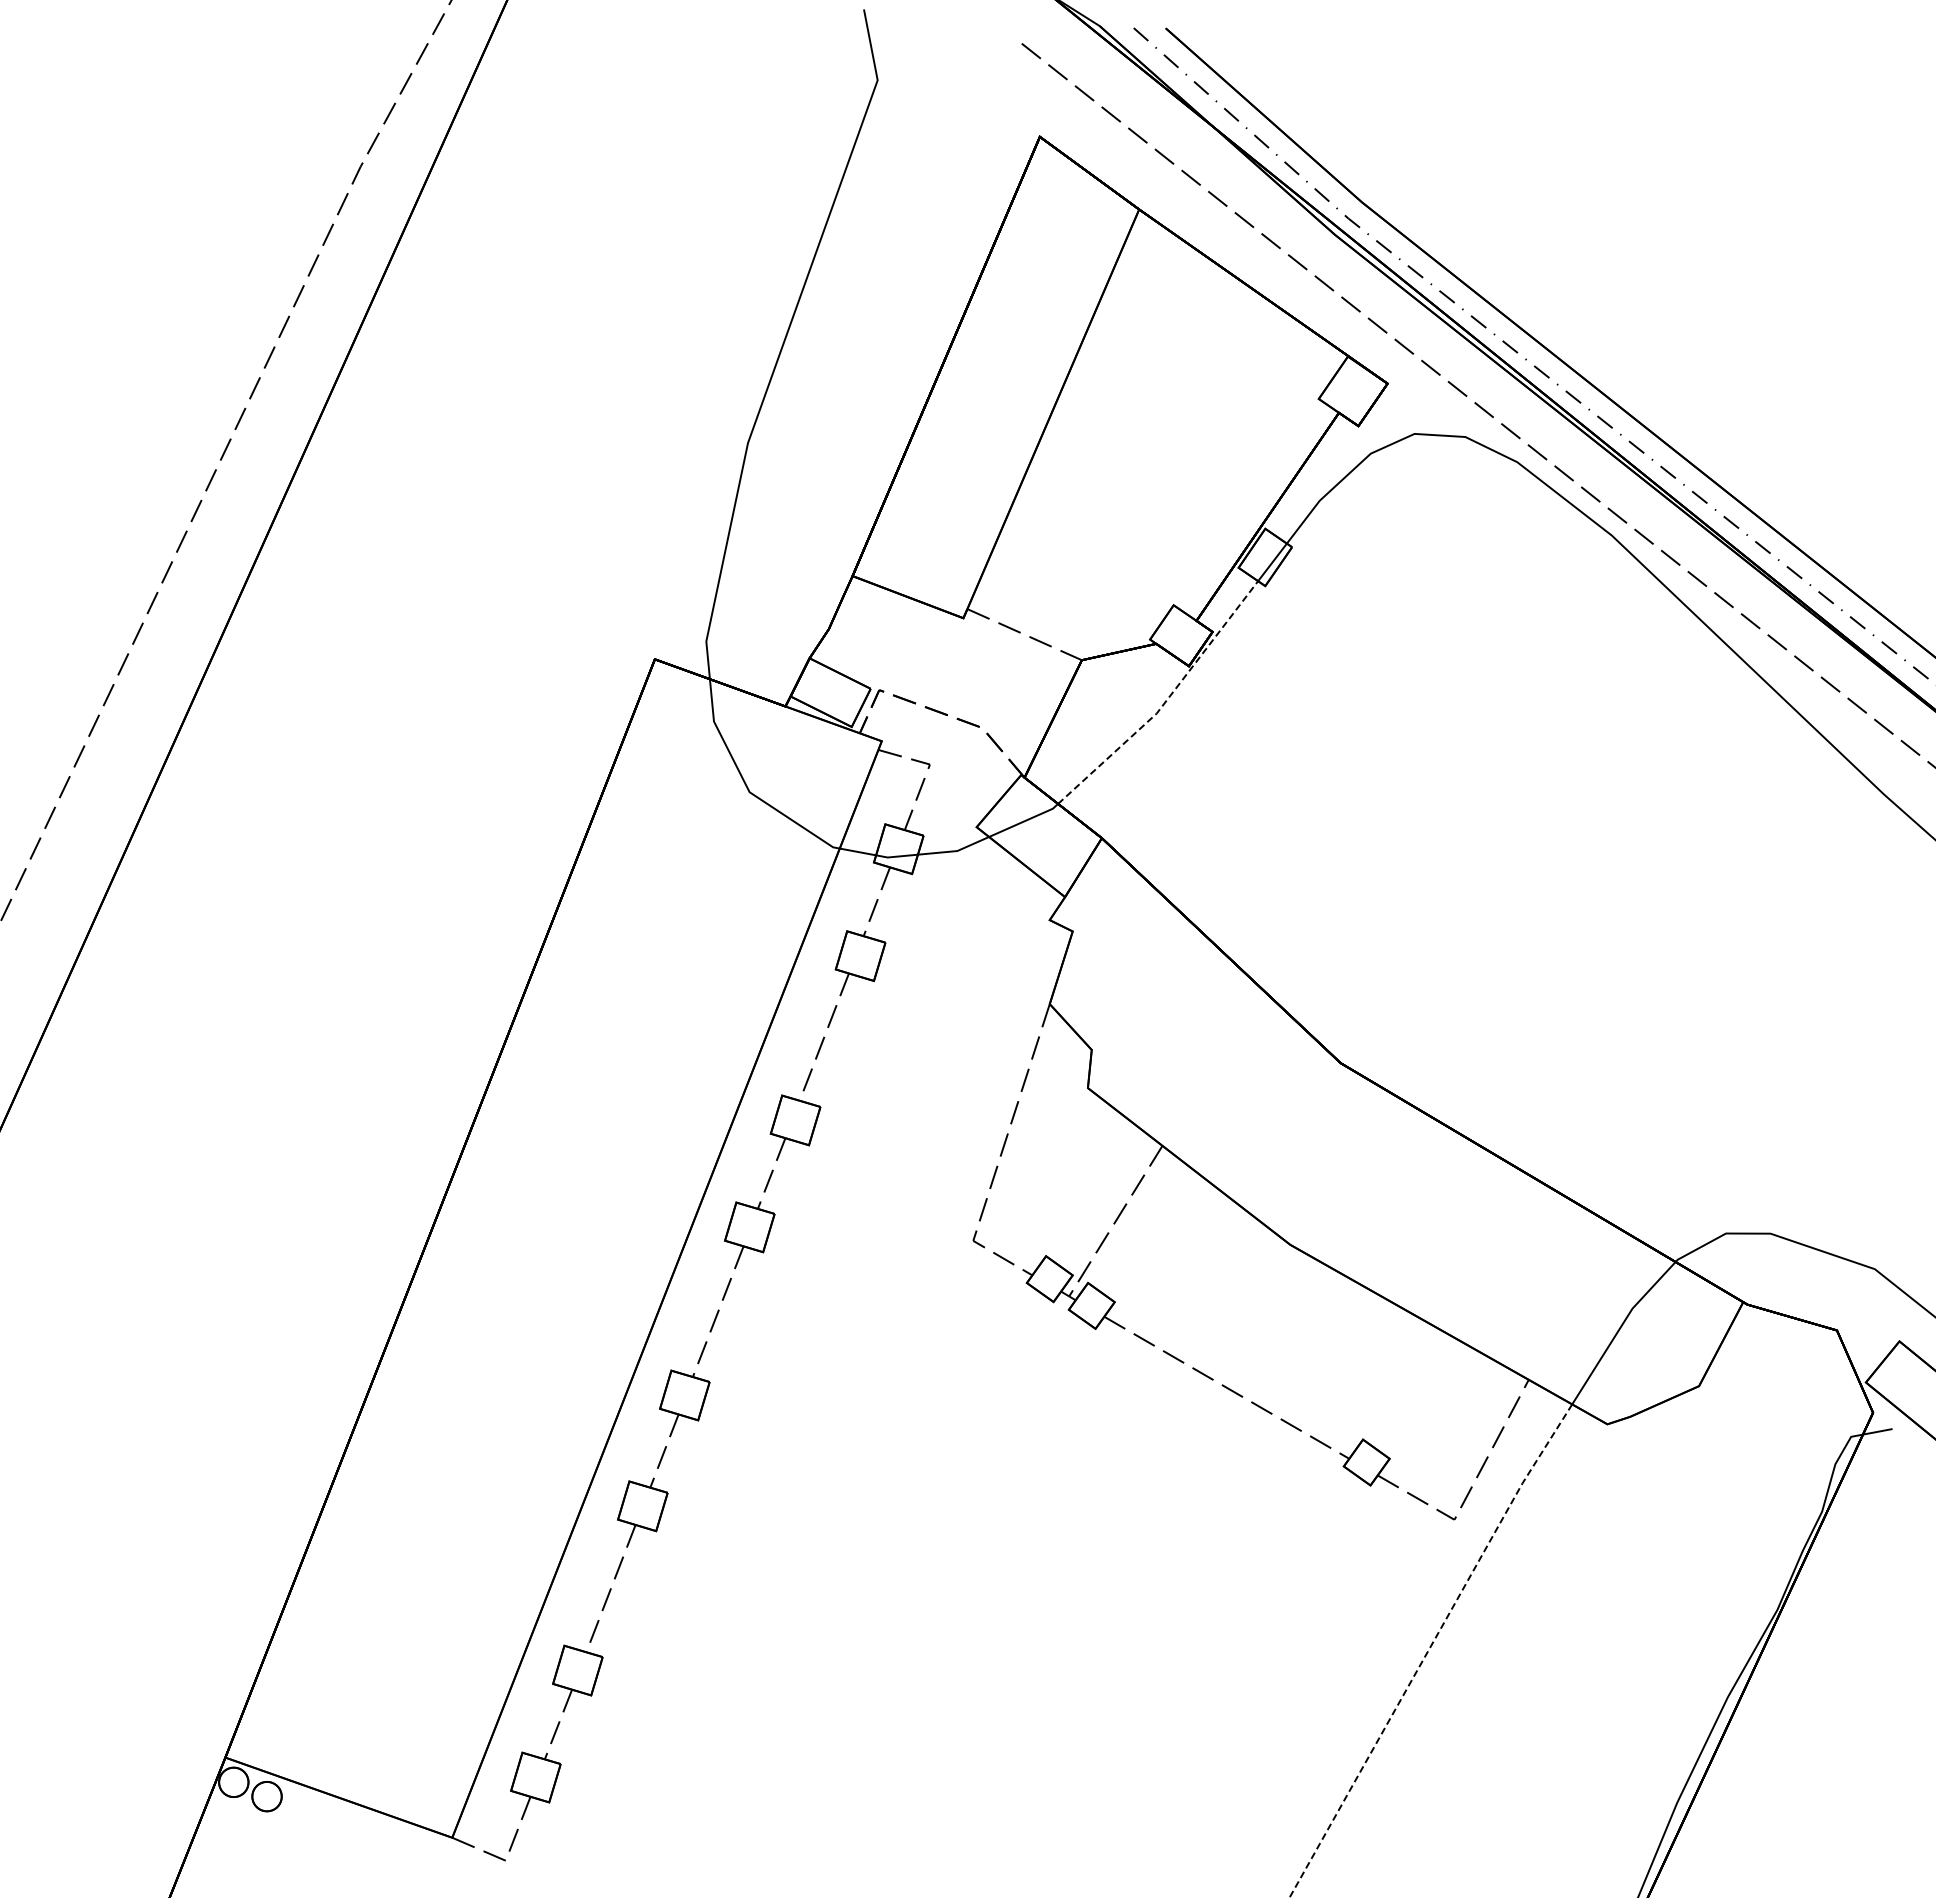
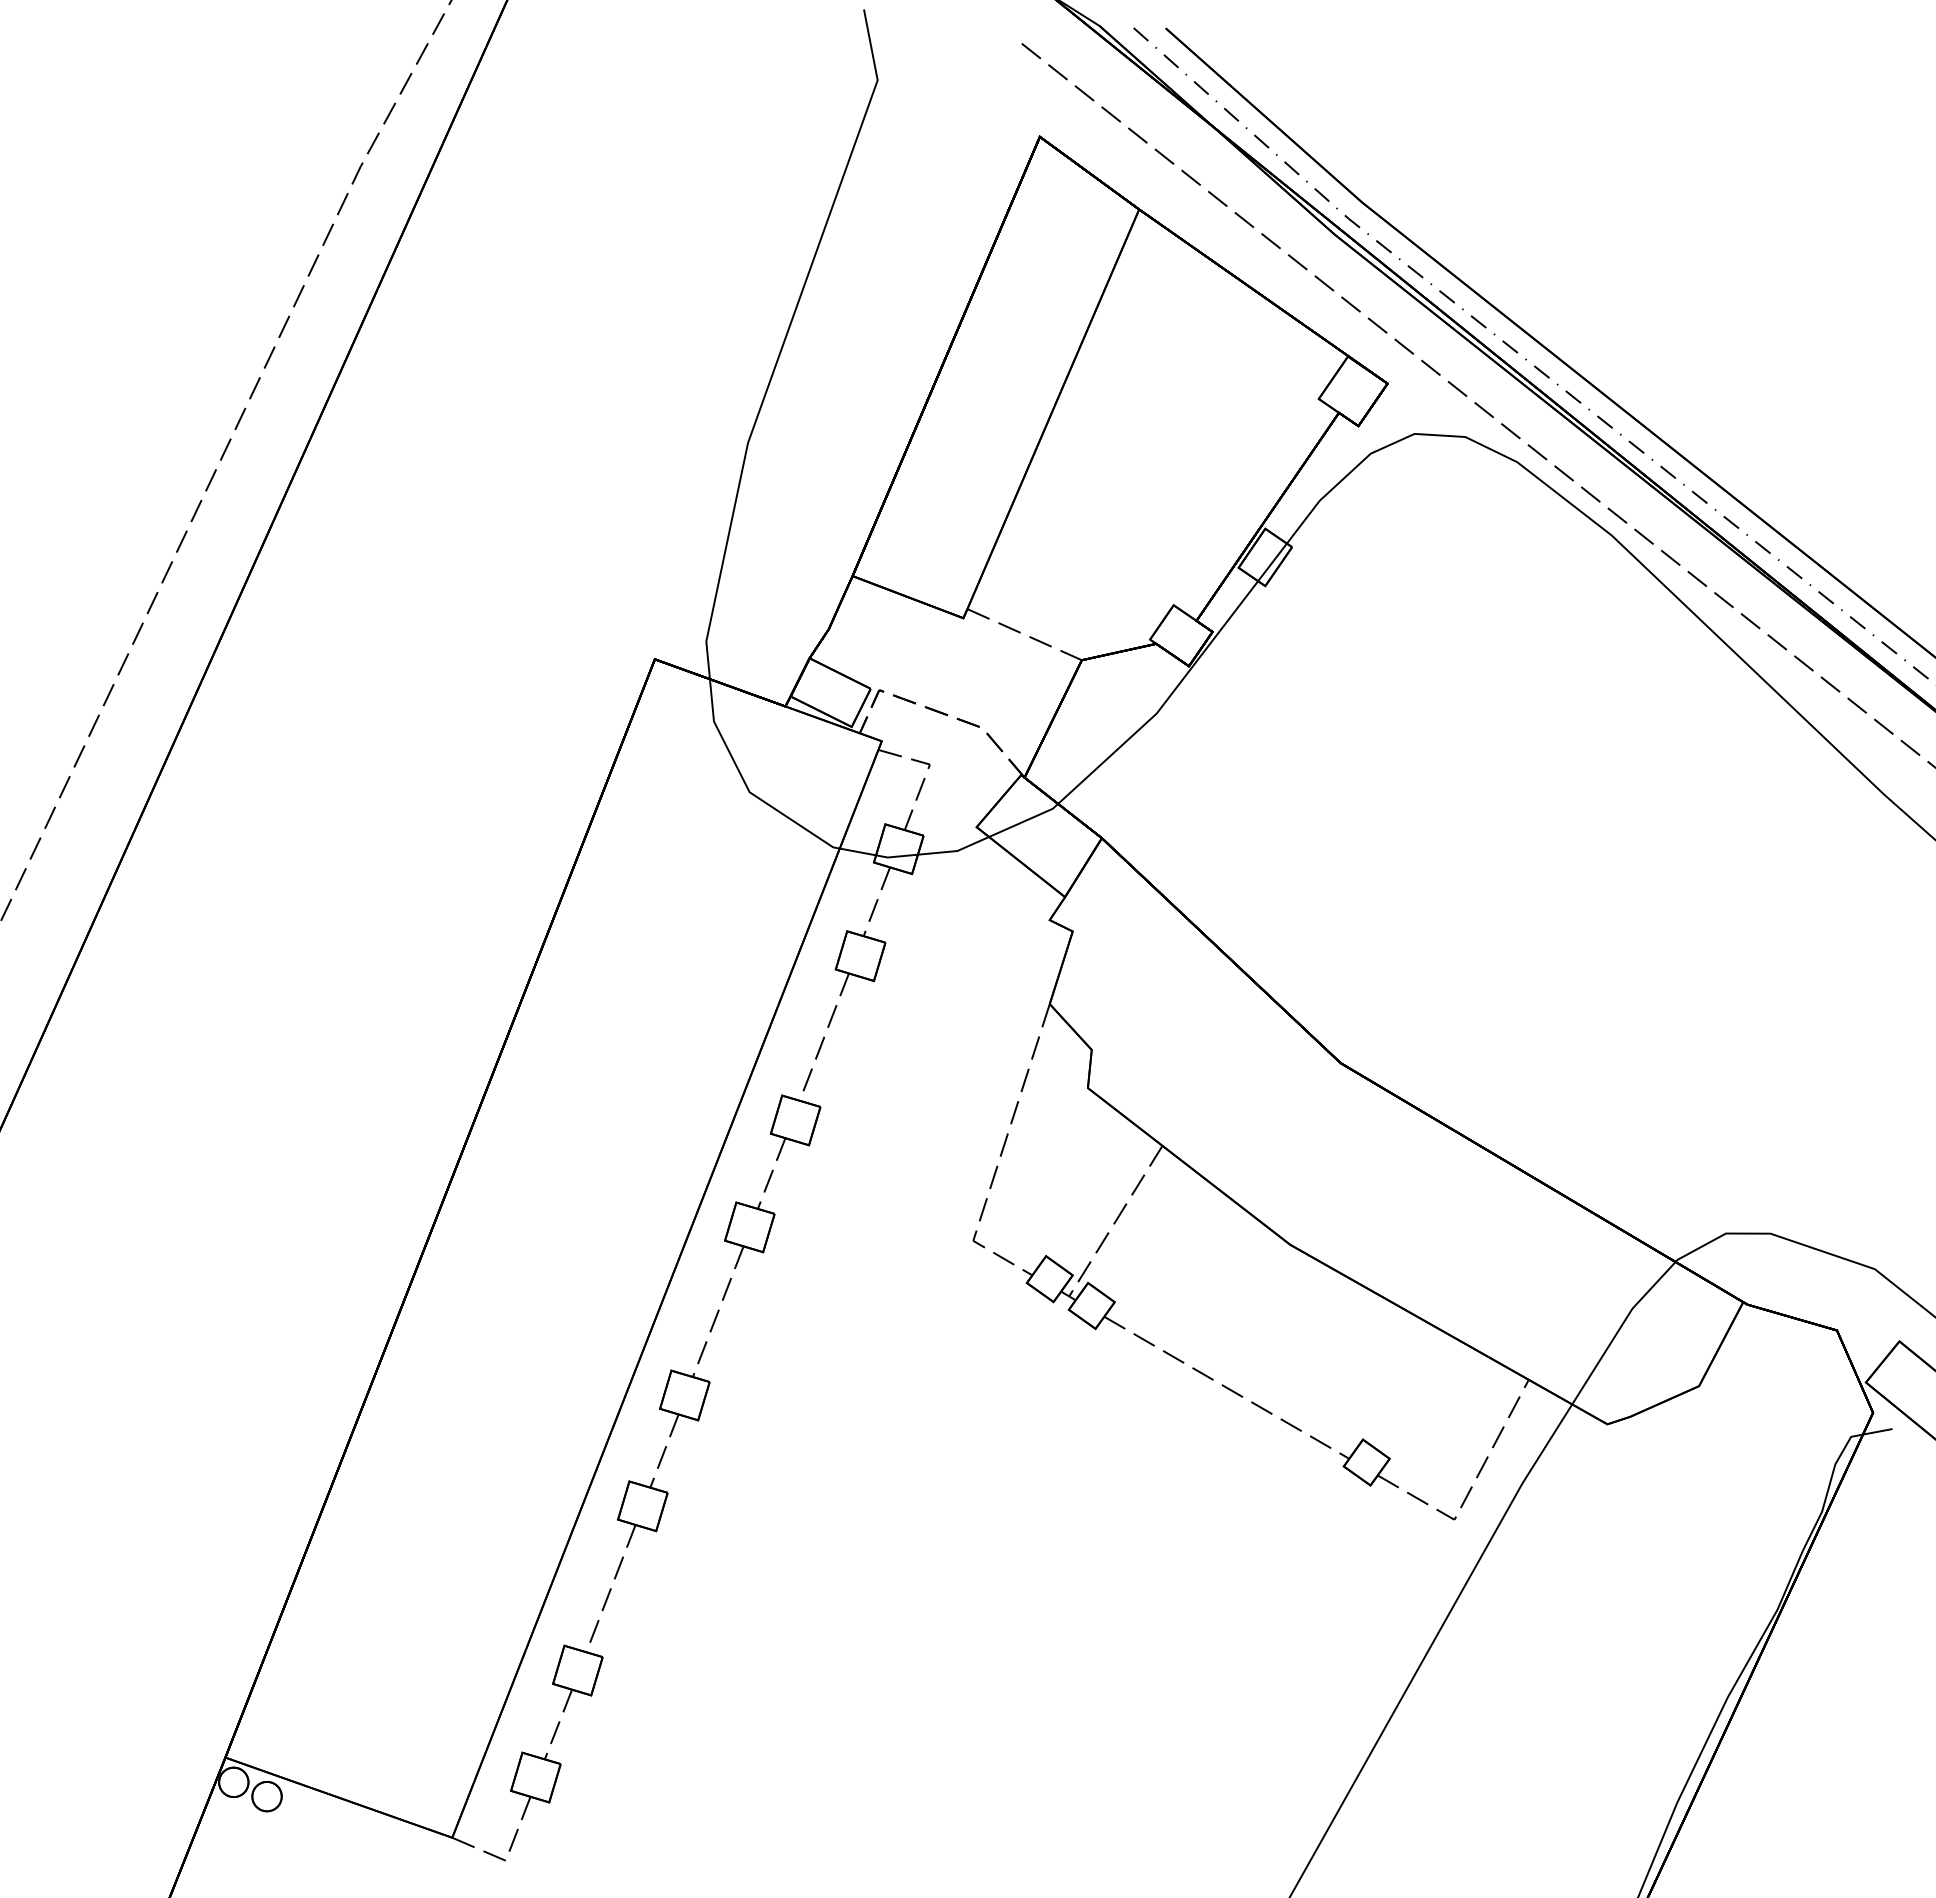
line at (1166, 700): dashed -> solid
line at (1429, 1649): dashed -> solid
